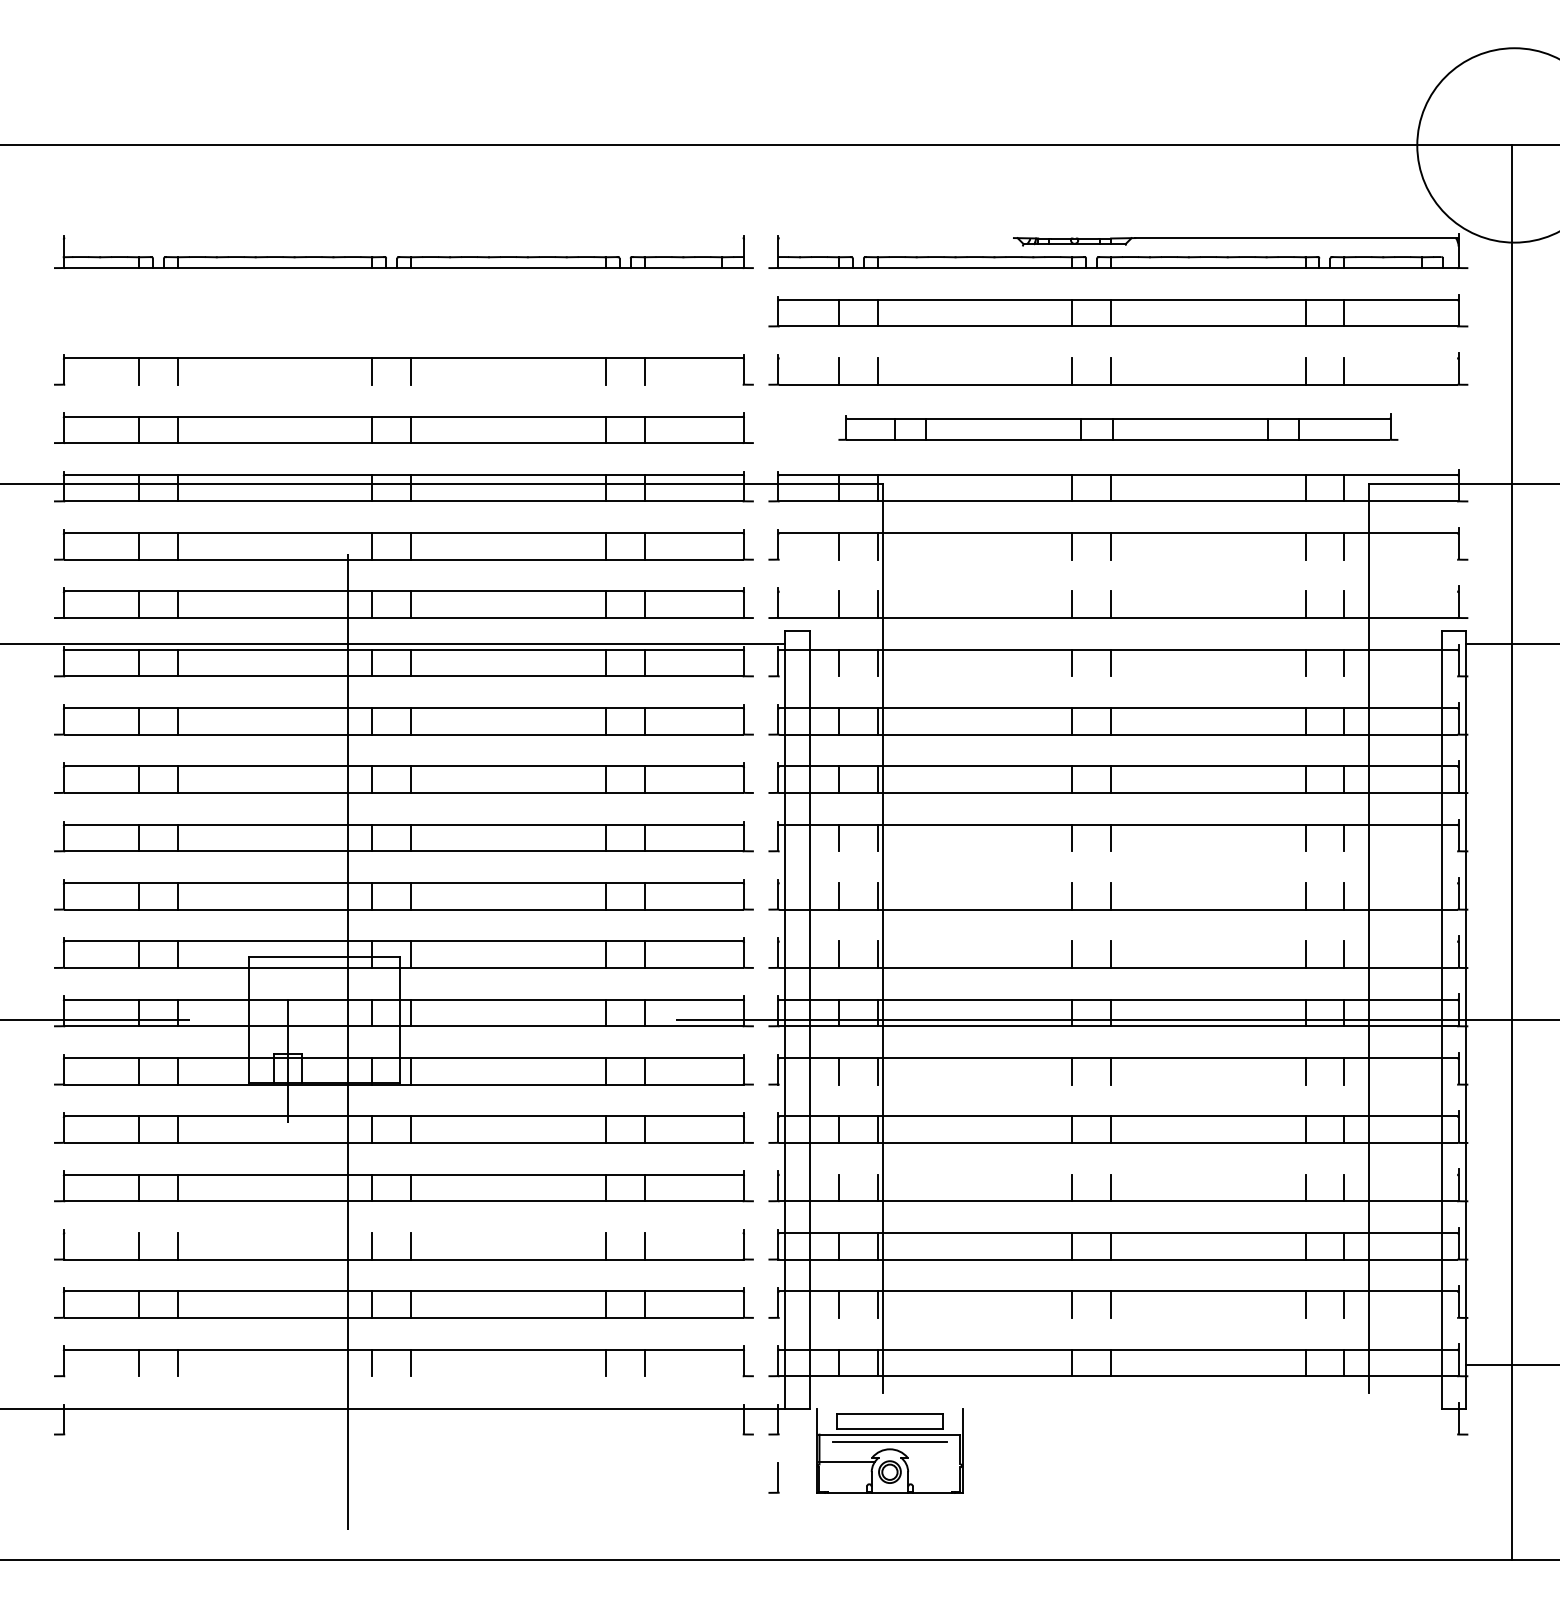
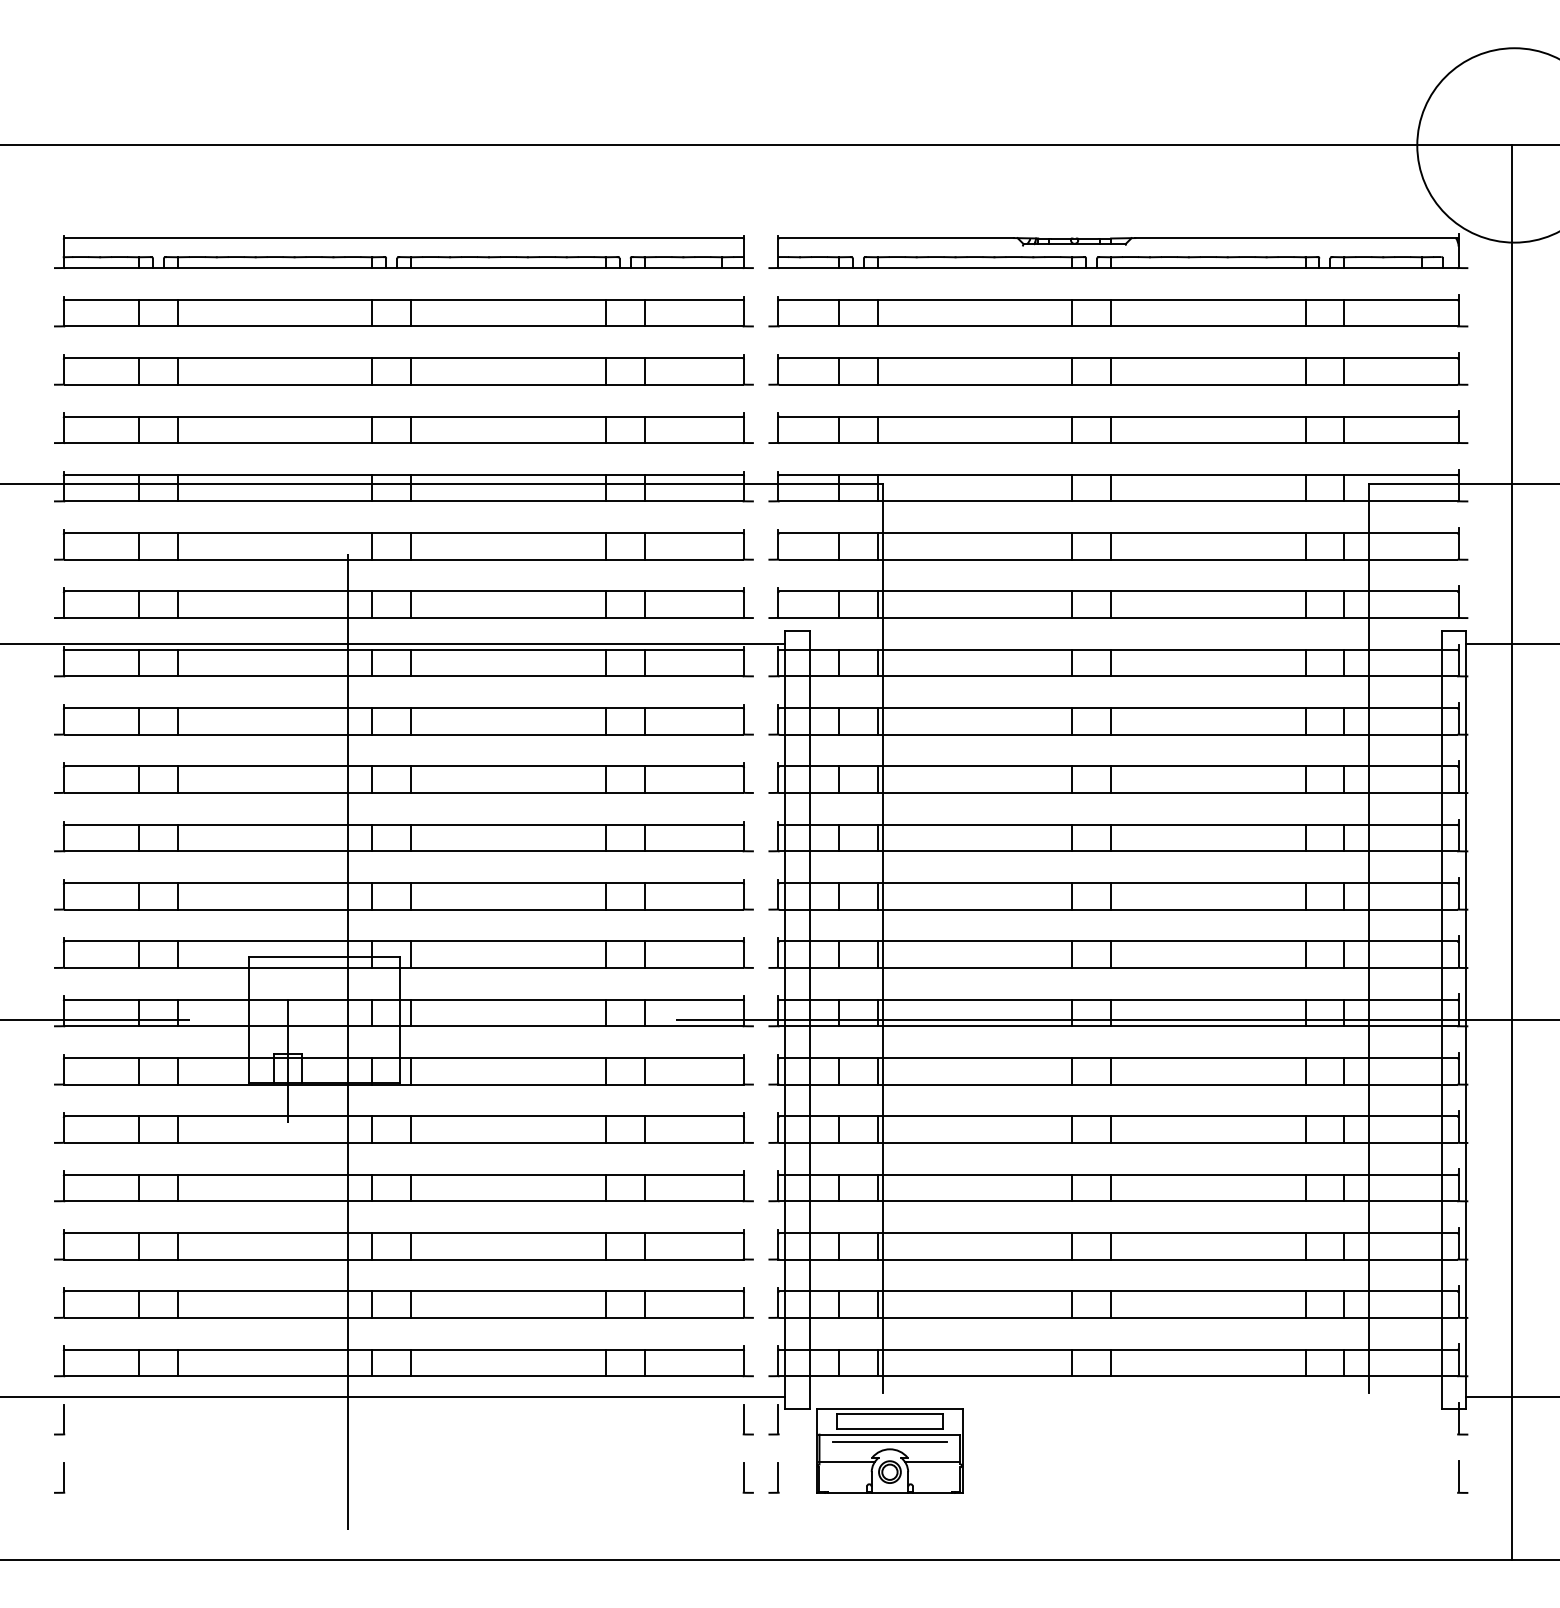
line at (403, 238): none -> present
line at (896, 238): none -> present
part at (403, 311): none -> present
line at (1118, 358): none -> present
line at (403, 384): none -> present
part at (1118, 426) size: 561x28 px -> 701x34 px
line at (1118, 559): none -> present
line at (1118, 591): none -> present
line at (1118, 676): none -> present
line at (1118, 851): none -> present
line at (1118, 883): none -> present
line at (1118, 941): none -> present
line at (1118, 1084): none -> present
line at (1118, 1174): none -> present
line at (403, 1233): none -> present
line at (1118, 1317): none -> present
line at (1510, 1364) position: (1510, 1364) -> (1510, 1396)
line at (403, 1376): none -> present
line at (393, 1408) position: (393, 1408) -> (393, 1396)
line at (889, 1409): none -> present
line at (932, 1461): none -> present
part at (1462, 1476): none -> present
part at (59, 1477): none -> present
part at (747, 1477): none -> present
